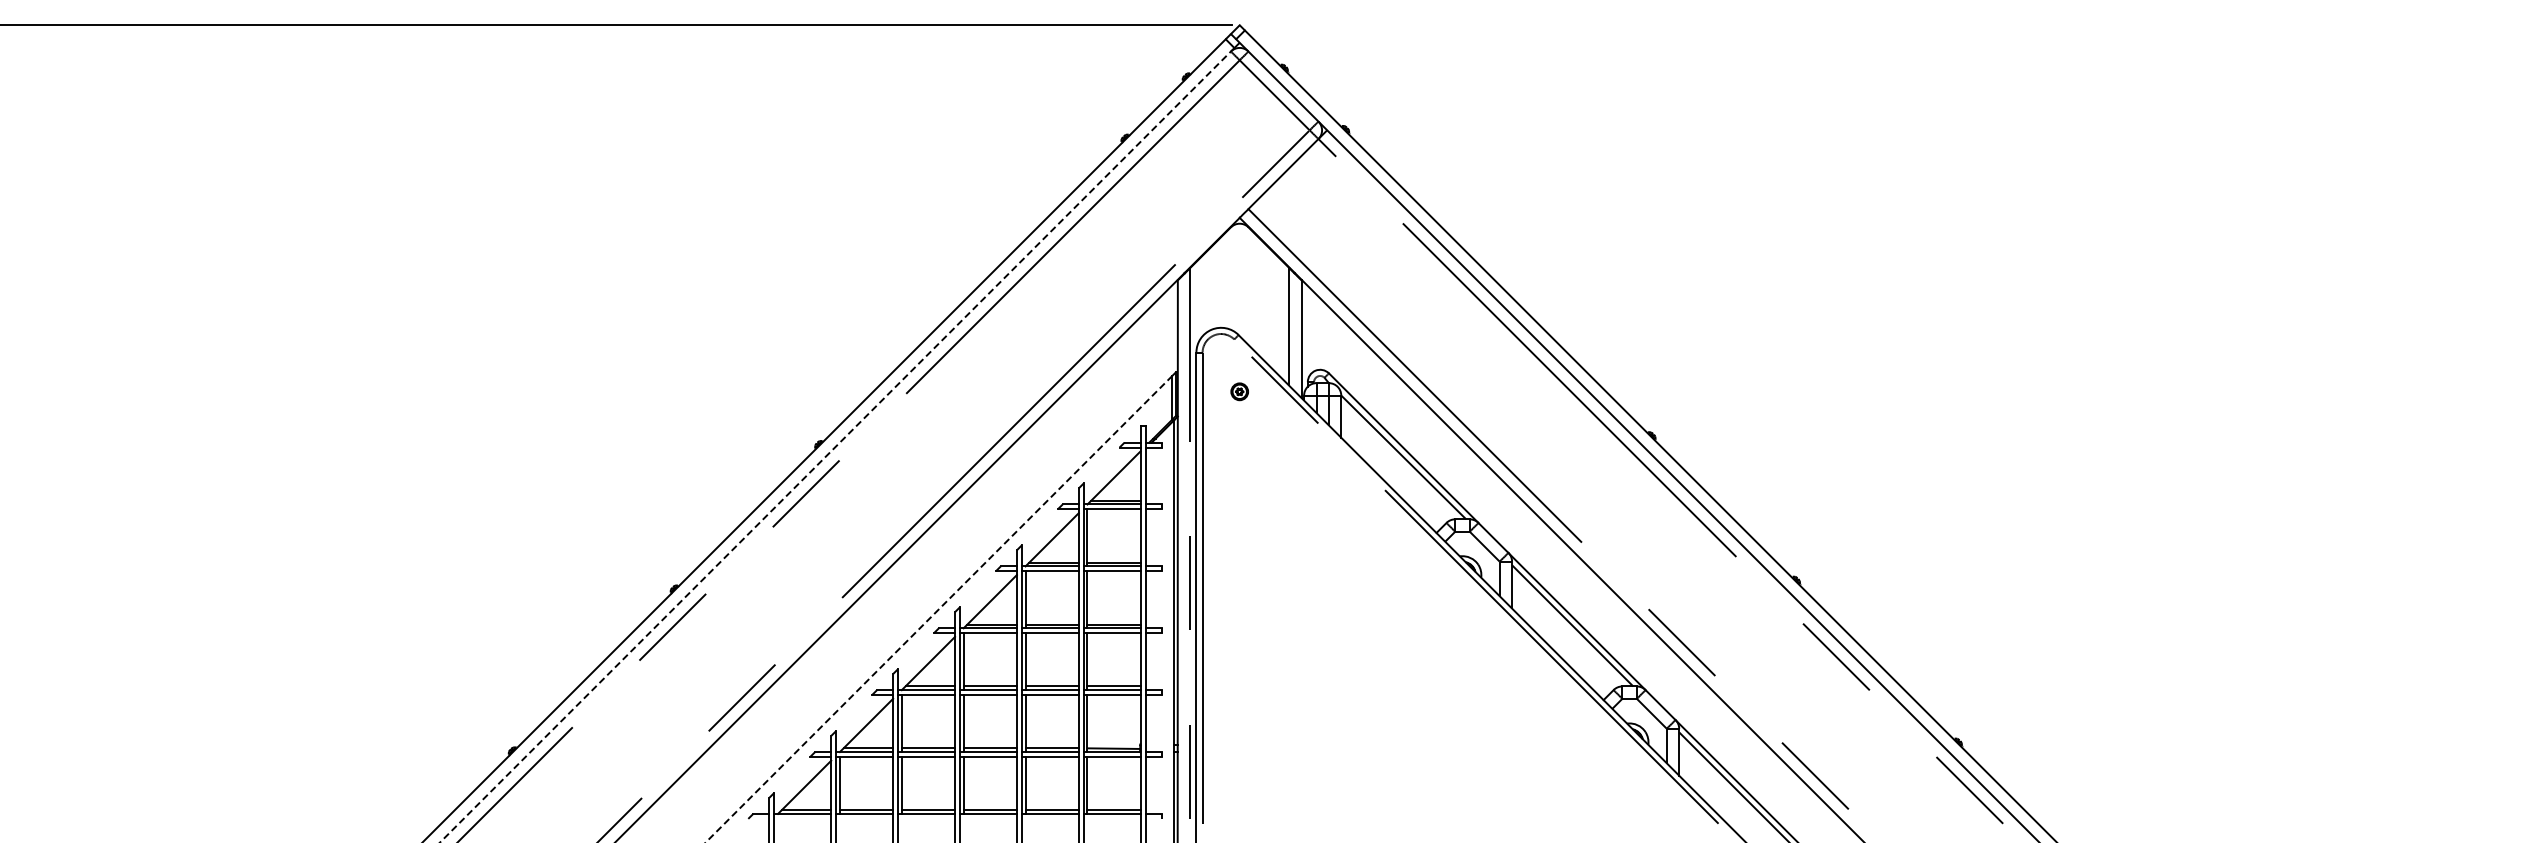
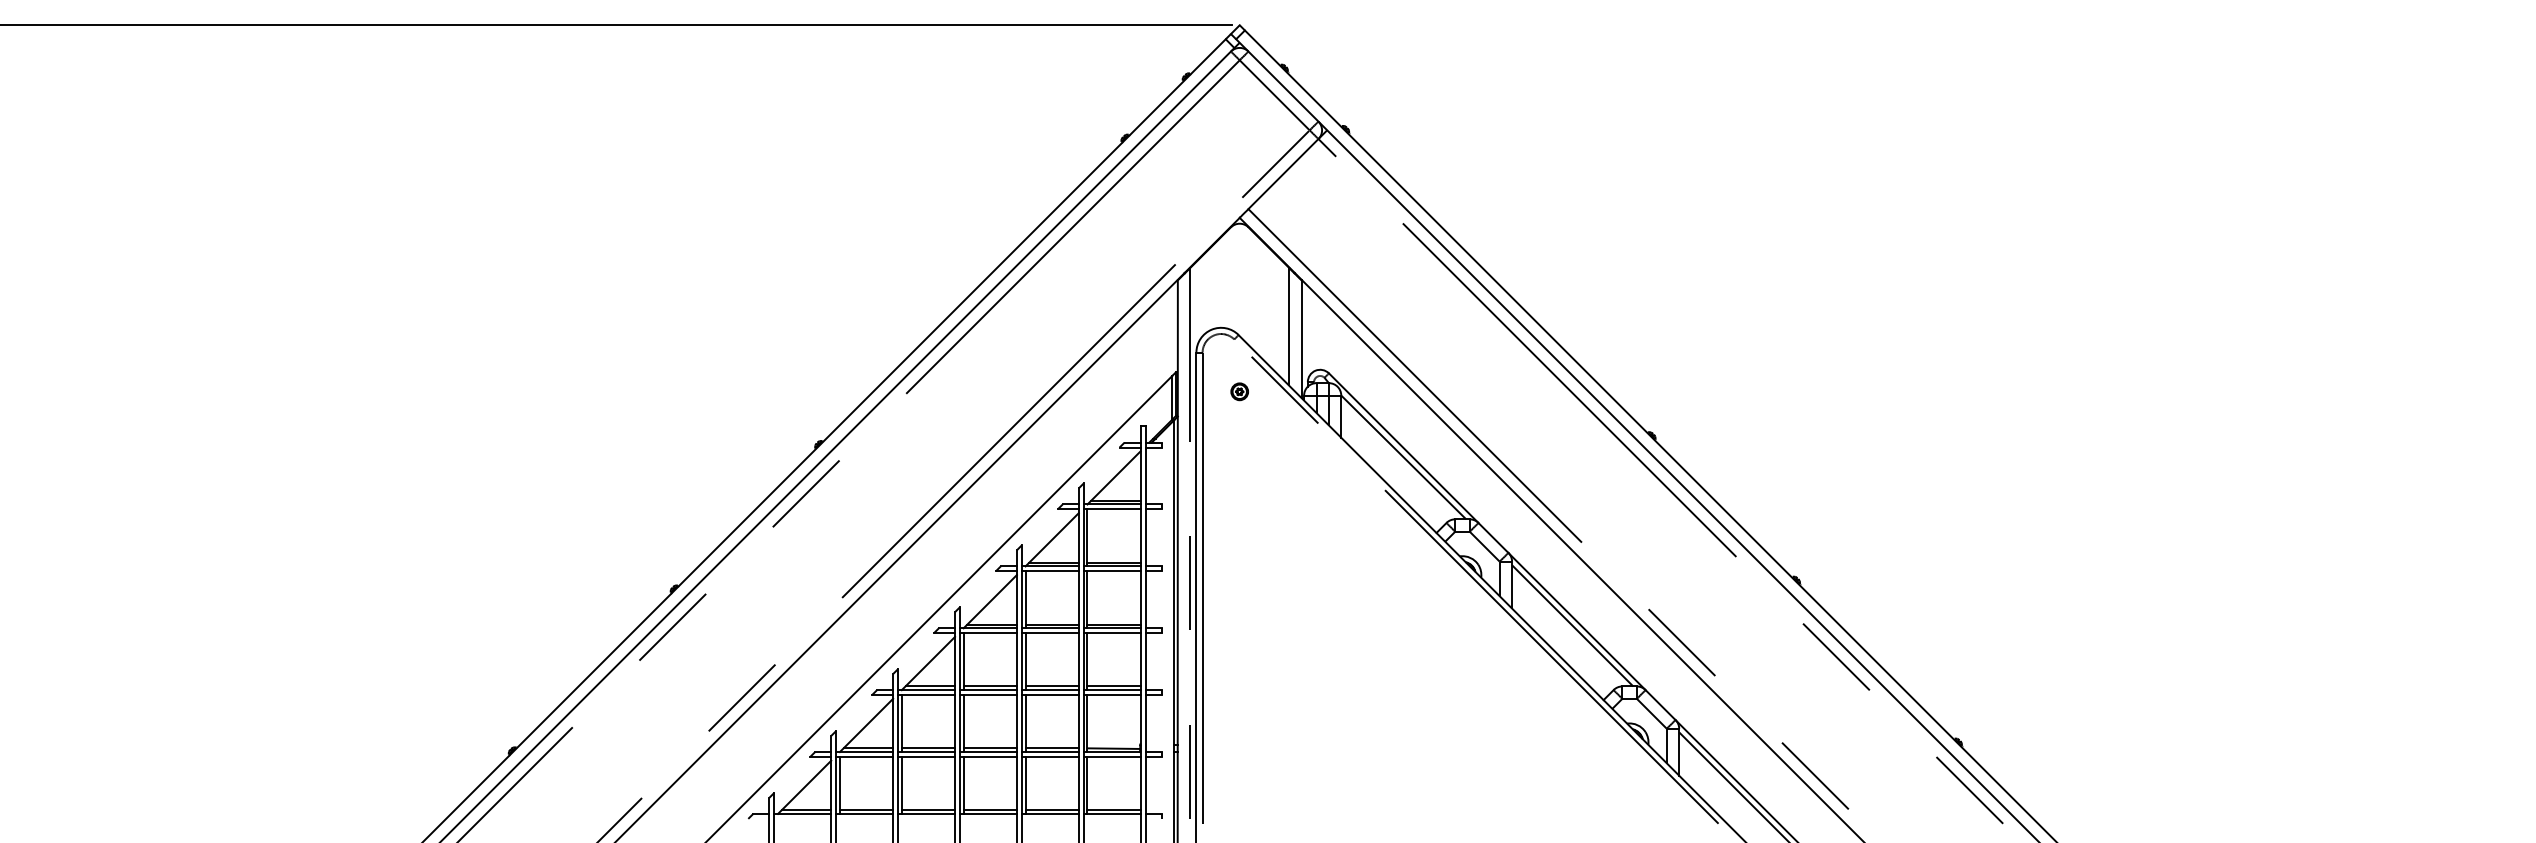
line at (837, 445): dashed -> solid
line at (939, 609): dashed -> solid
